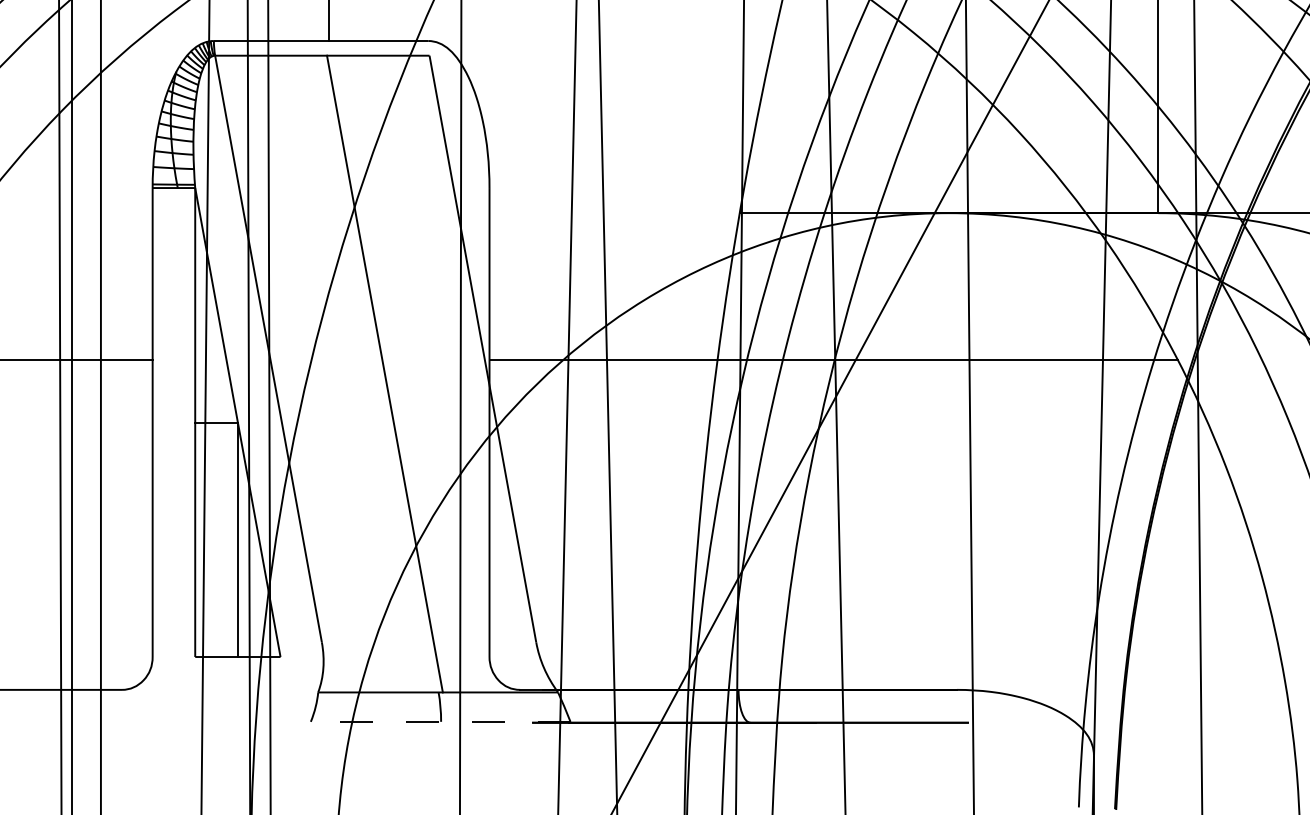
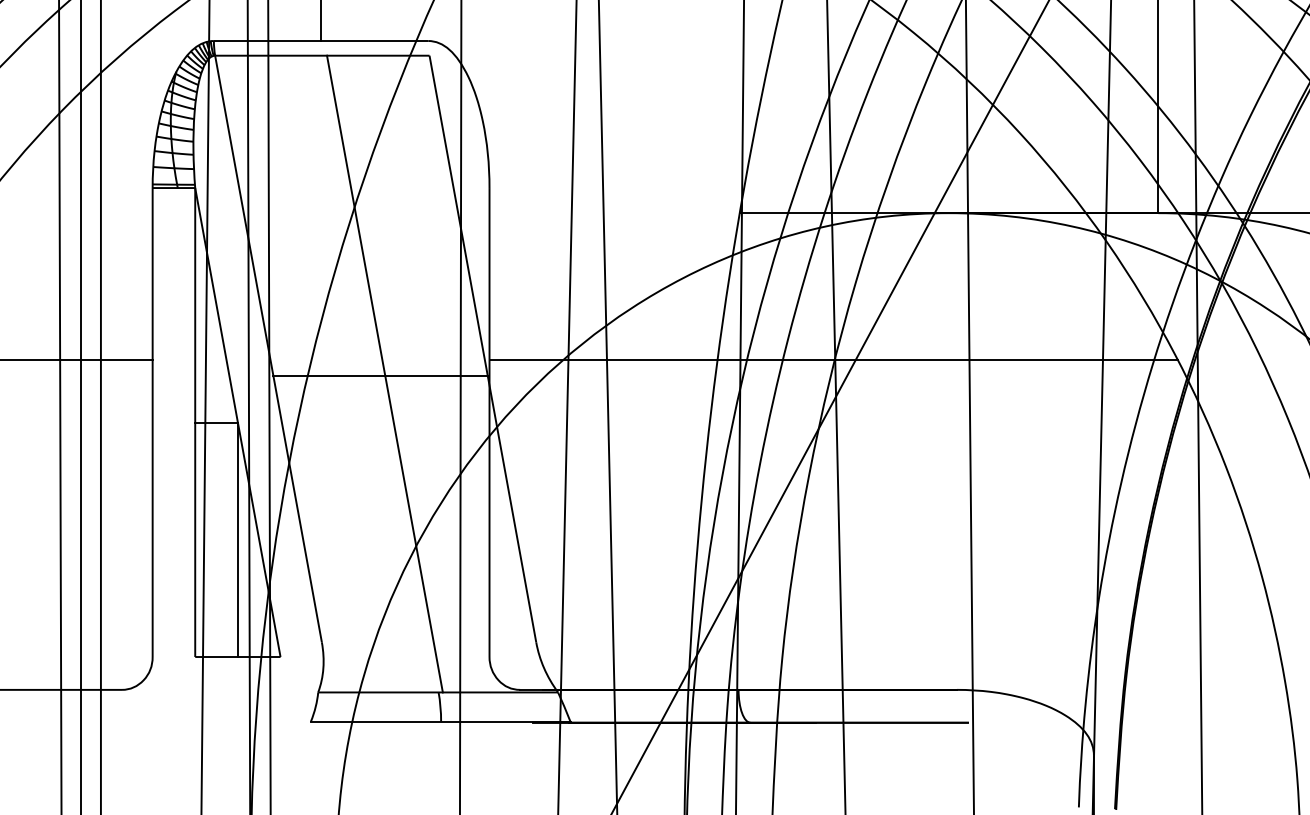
line at (329, 21) position: (329, 21) -> (321, 21)
line at (380, 375): none -> present
line at (72, 406) position: (72, 406) -> (81, 406)
line at (440, 721): dashed -> solid
